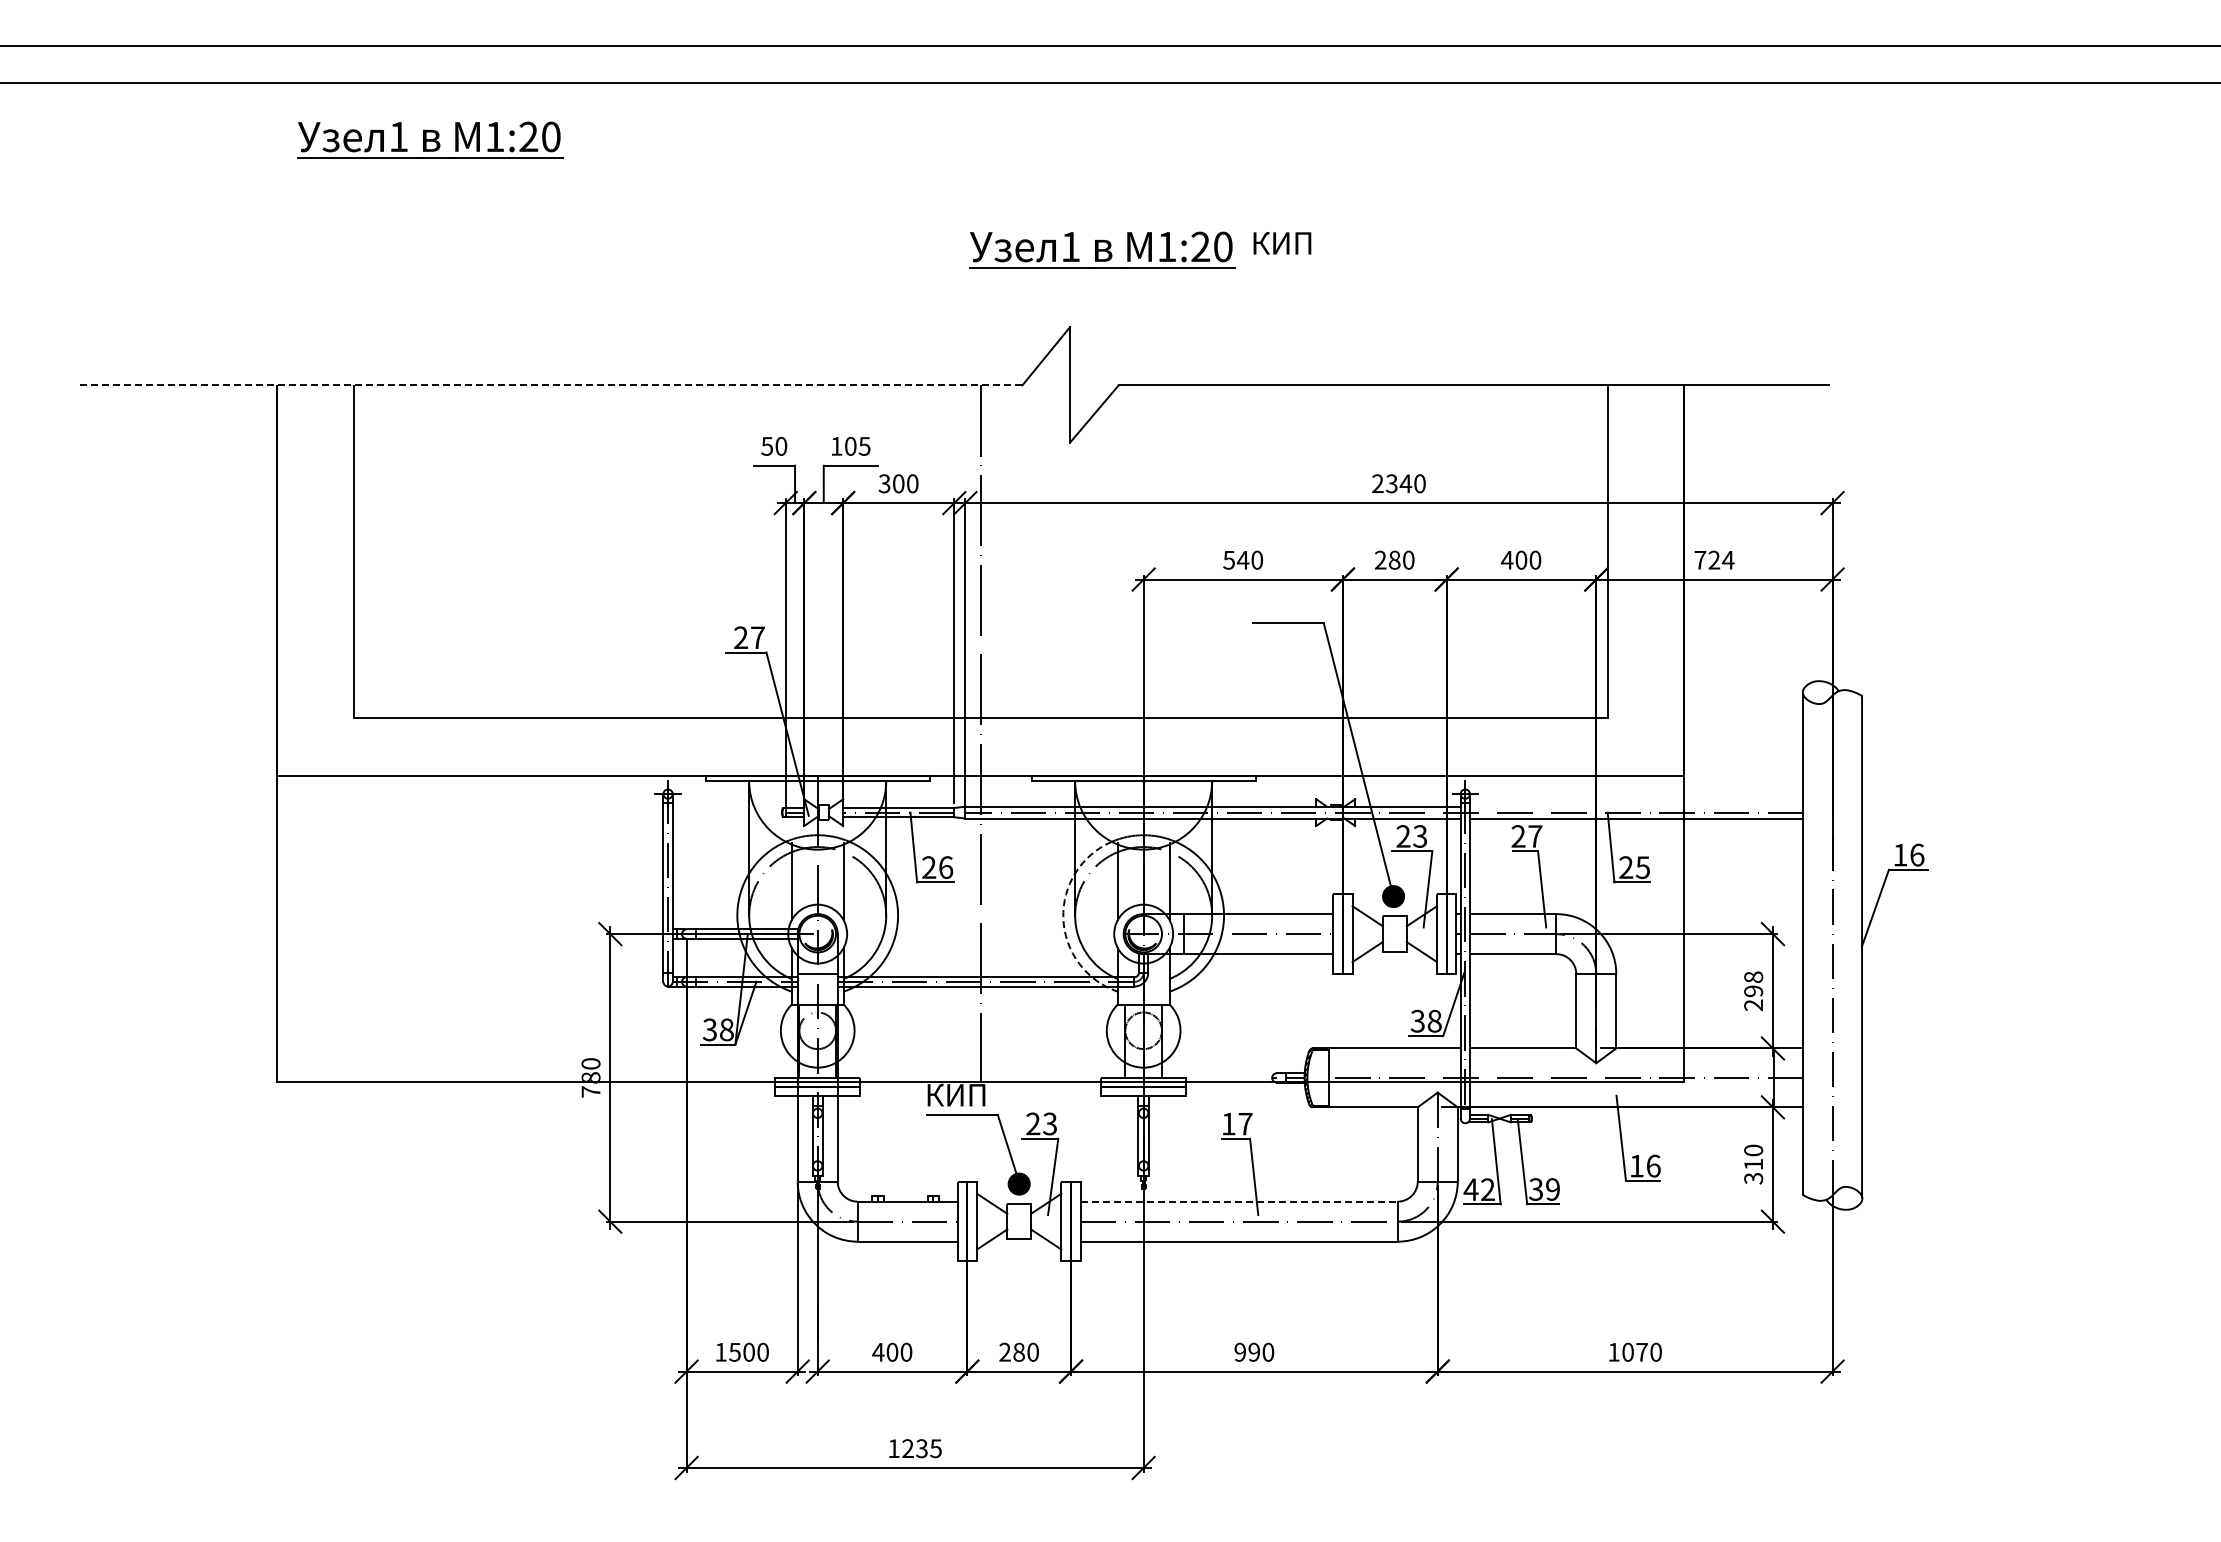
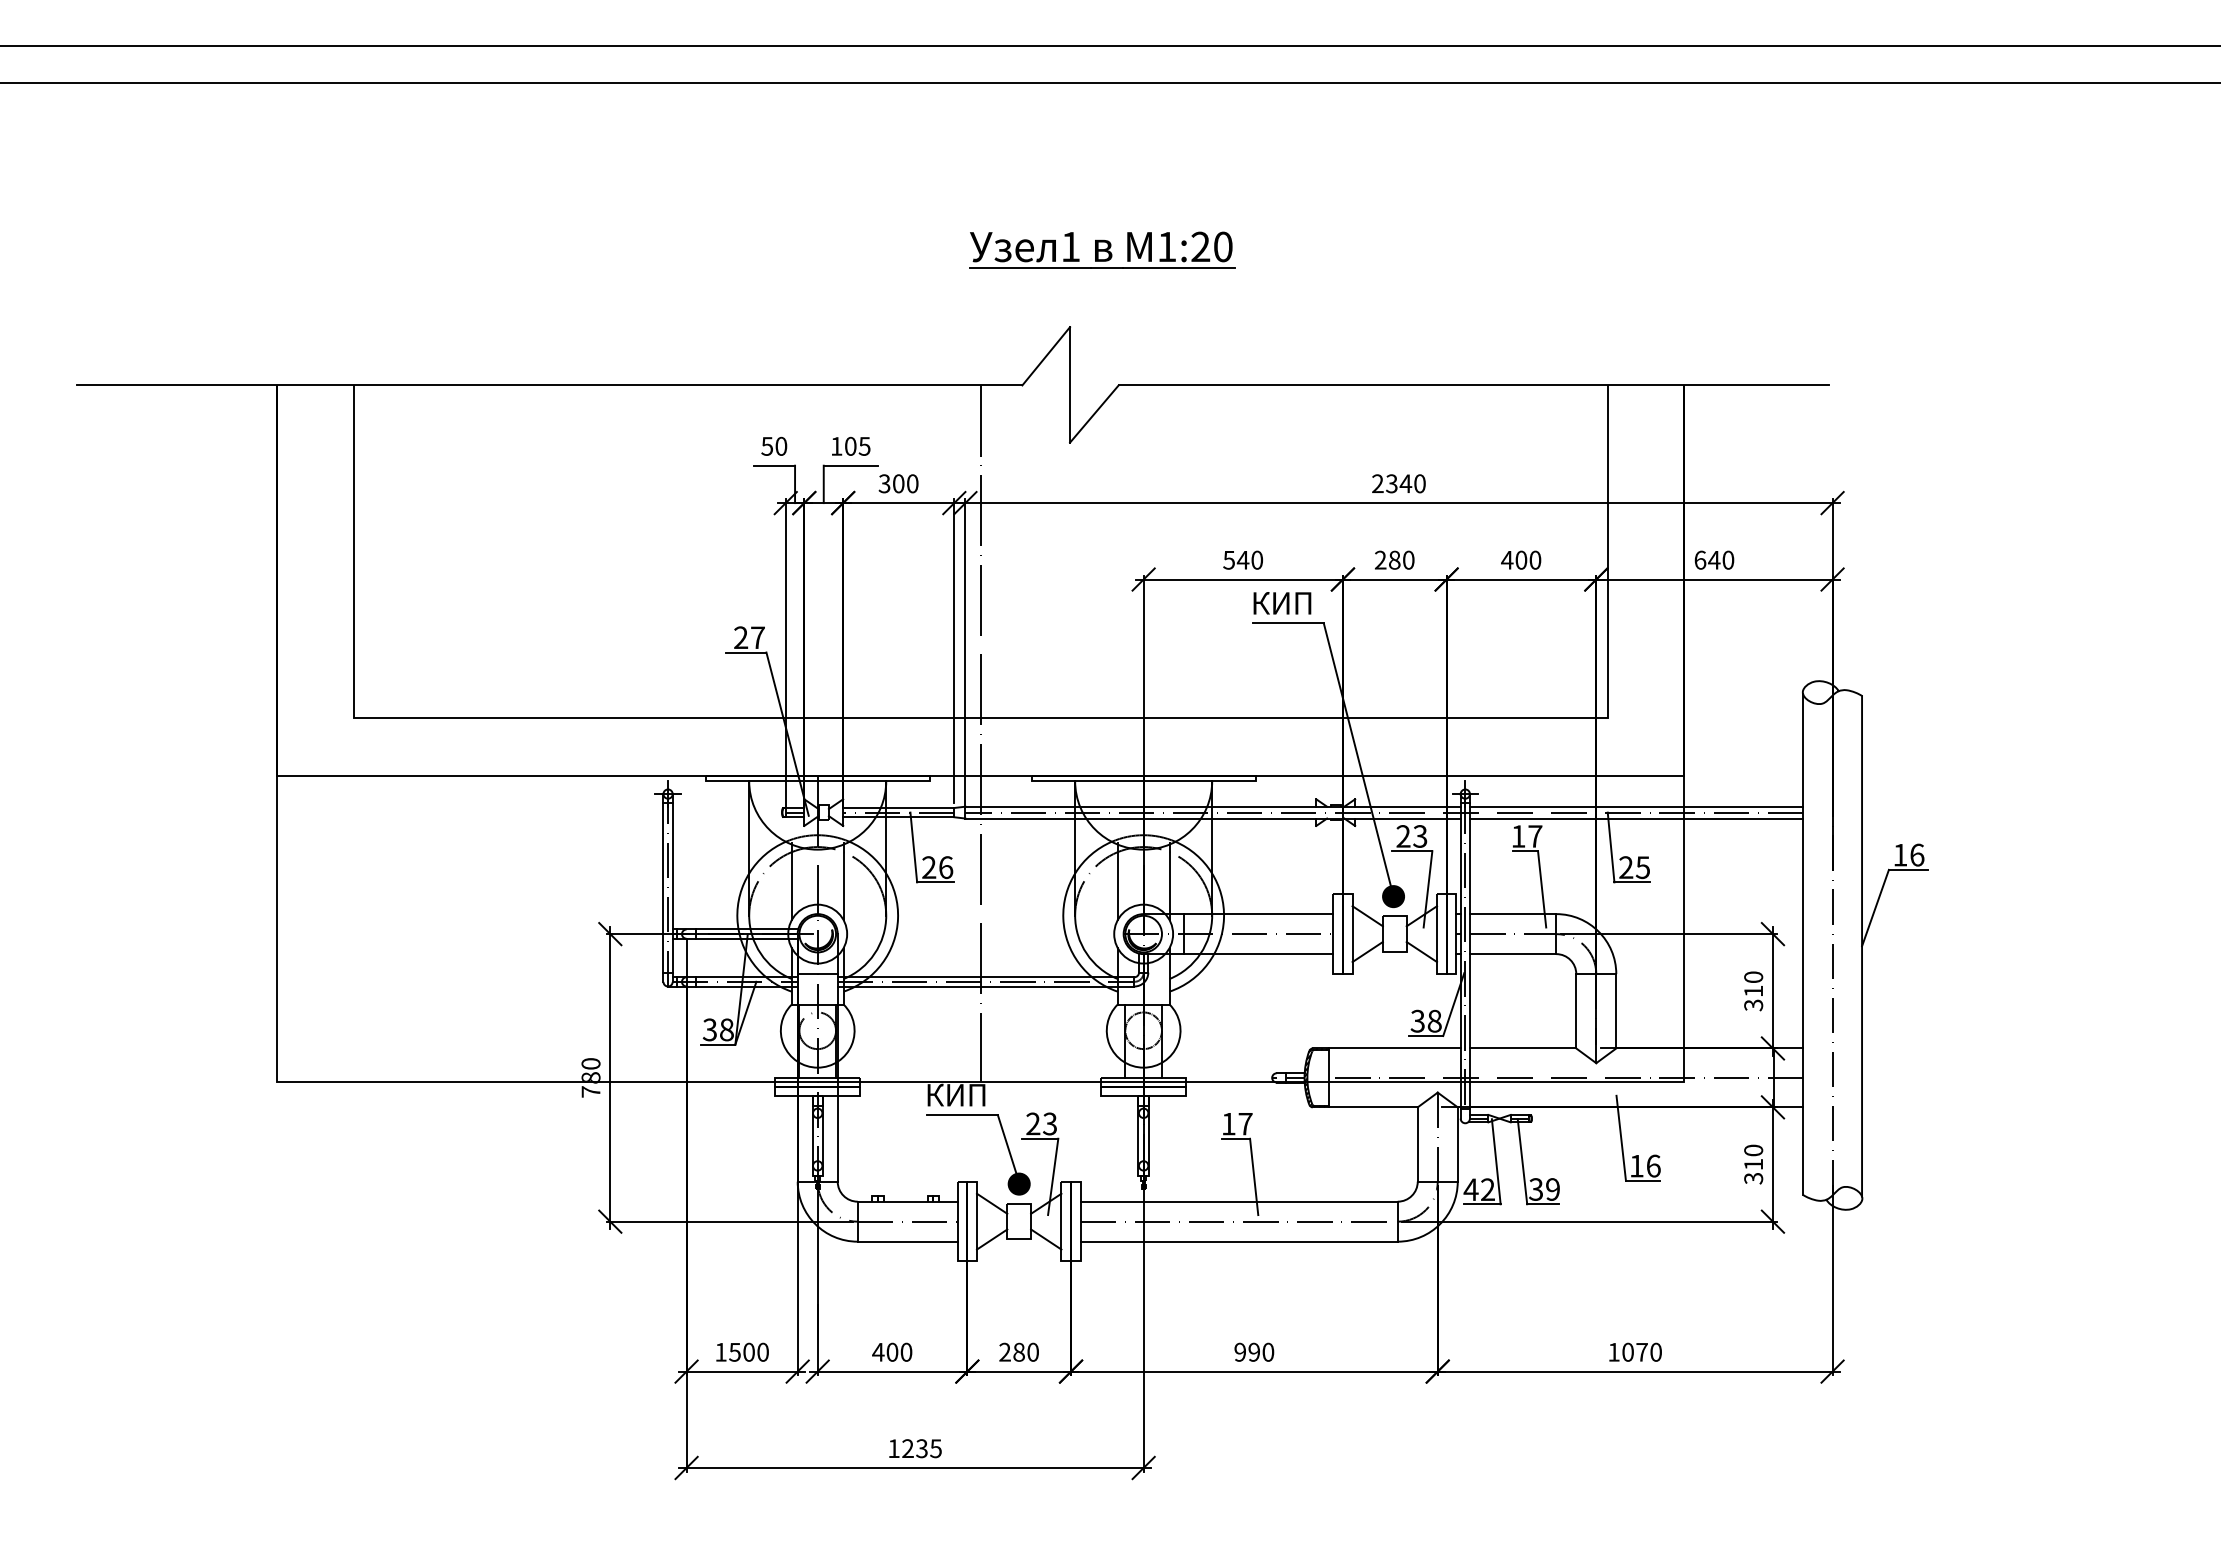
part at (430, 139): present -> none
text at (1282, 243) position: (1282, 243) -> (1282, 603)
line at (549, 385): dashed -> solid
text at (1714, 559): 724 -> 640
line at (1636, 806): none -> present
text at (1518, 836): 27 -> 17
arc at (1063, 918): dashed -> solid
text at (1753, 991): 298 -> 310
line at (1239, 1201): dashed -> solid
